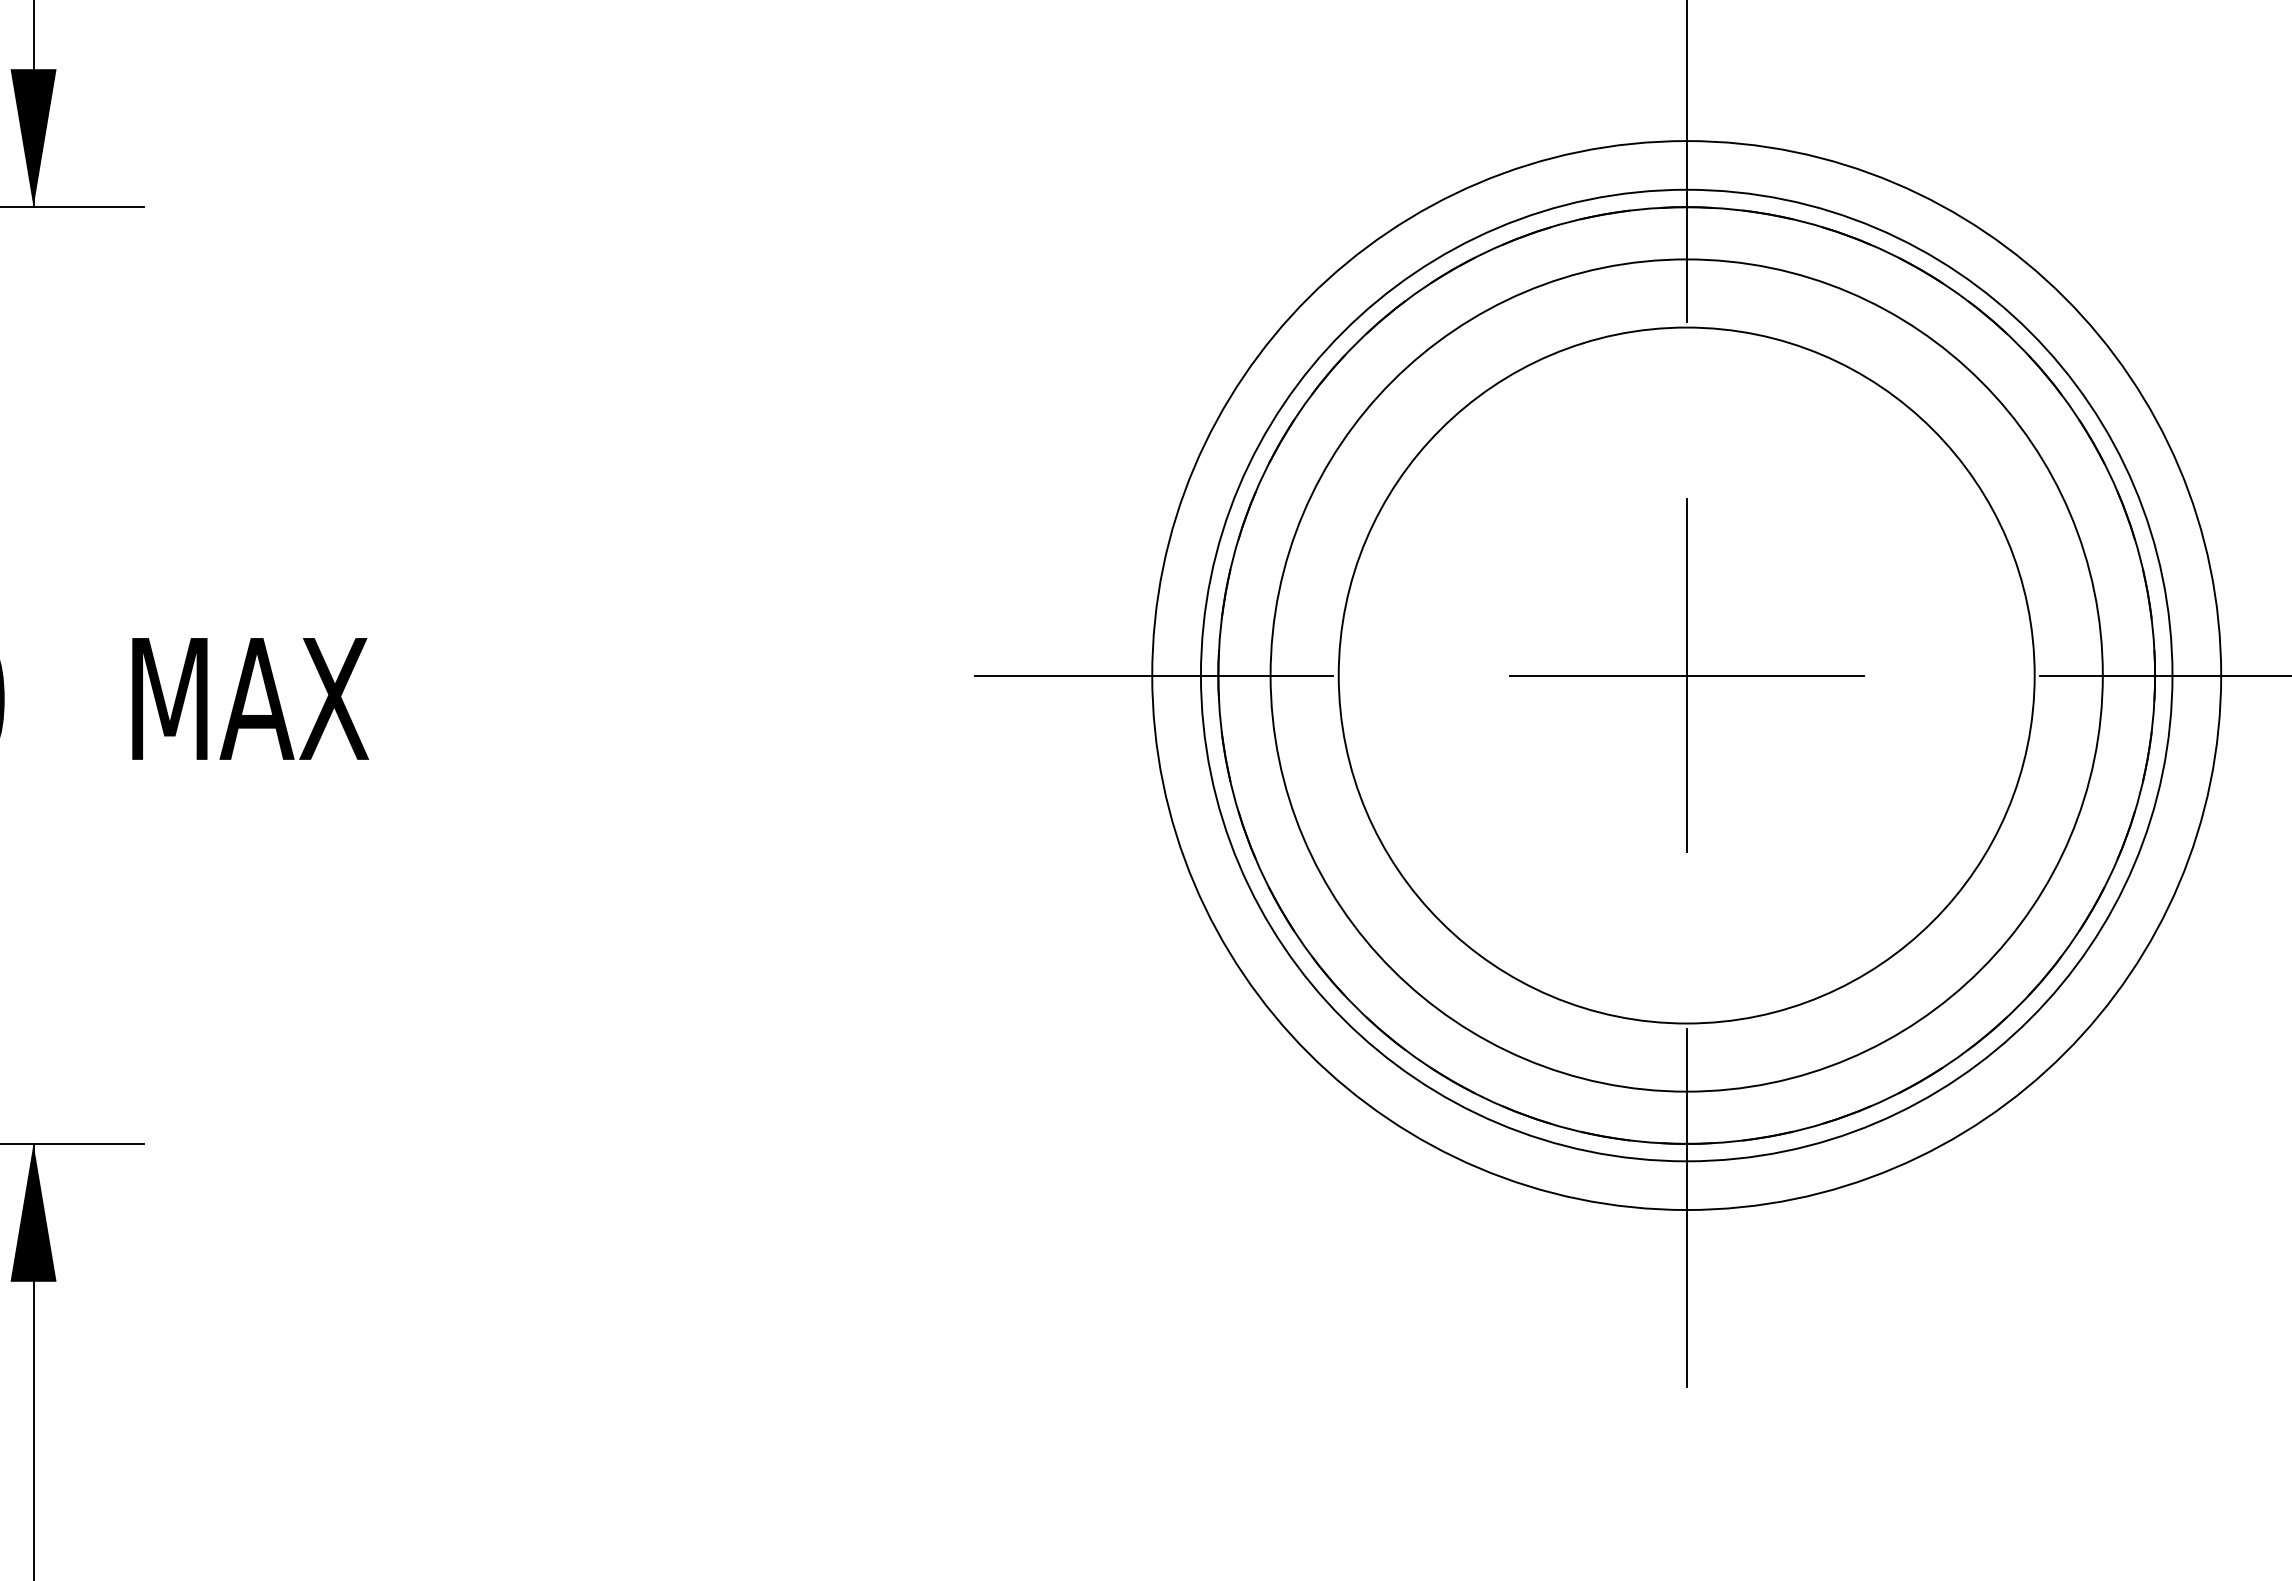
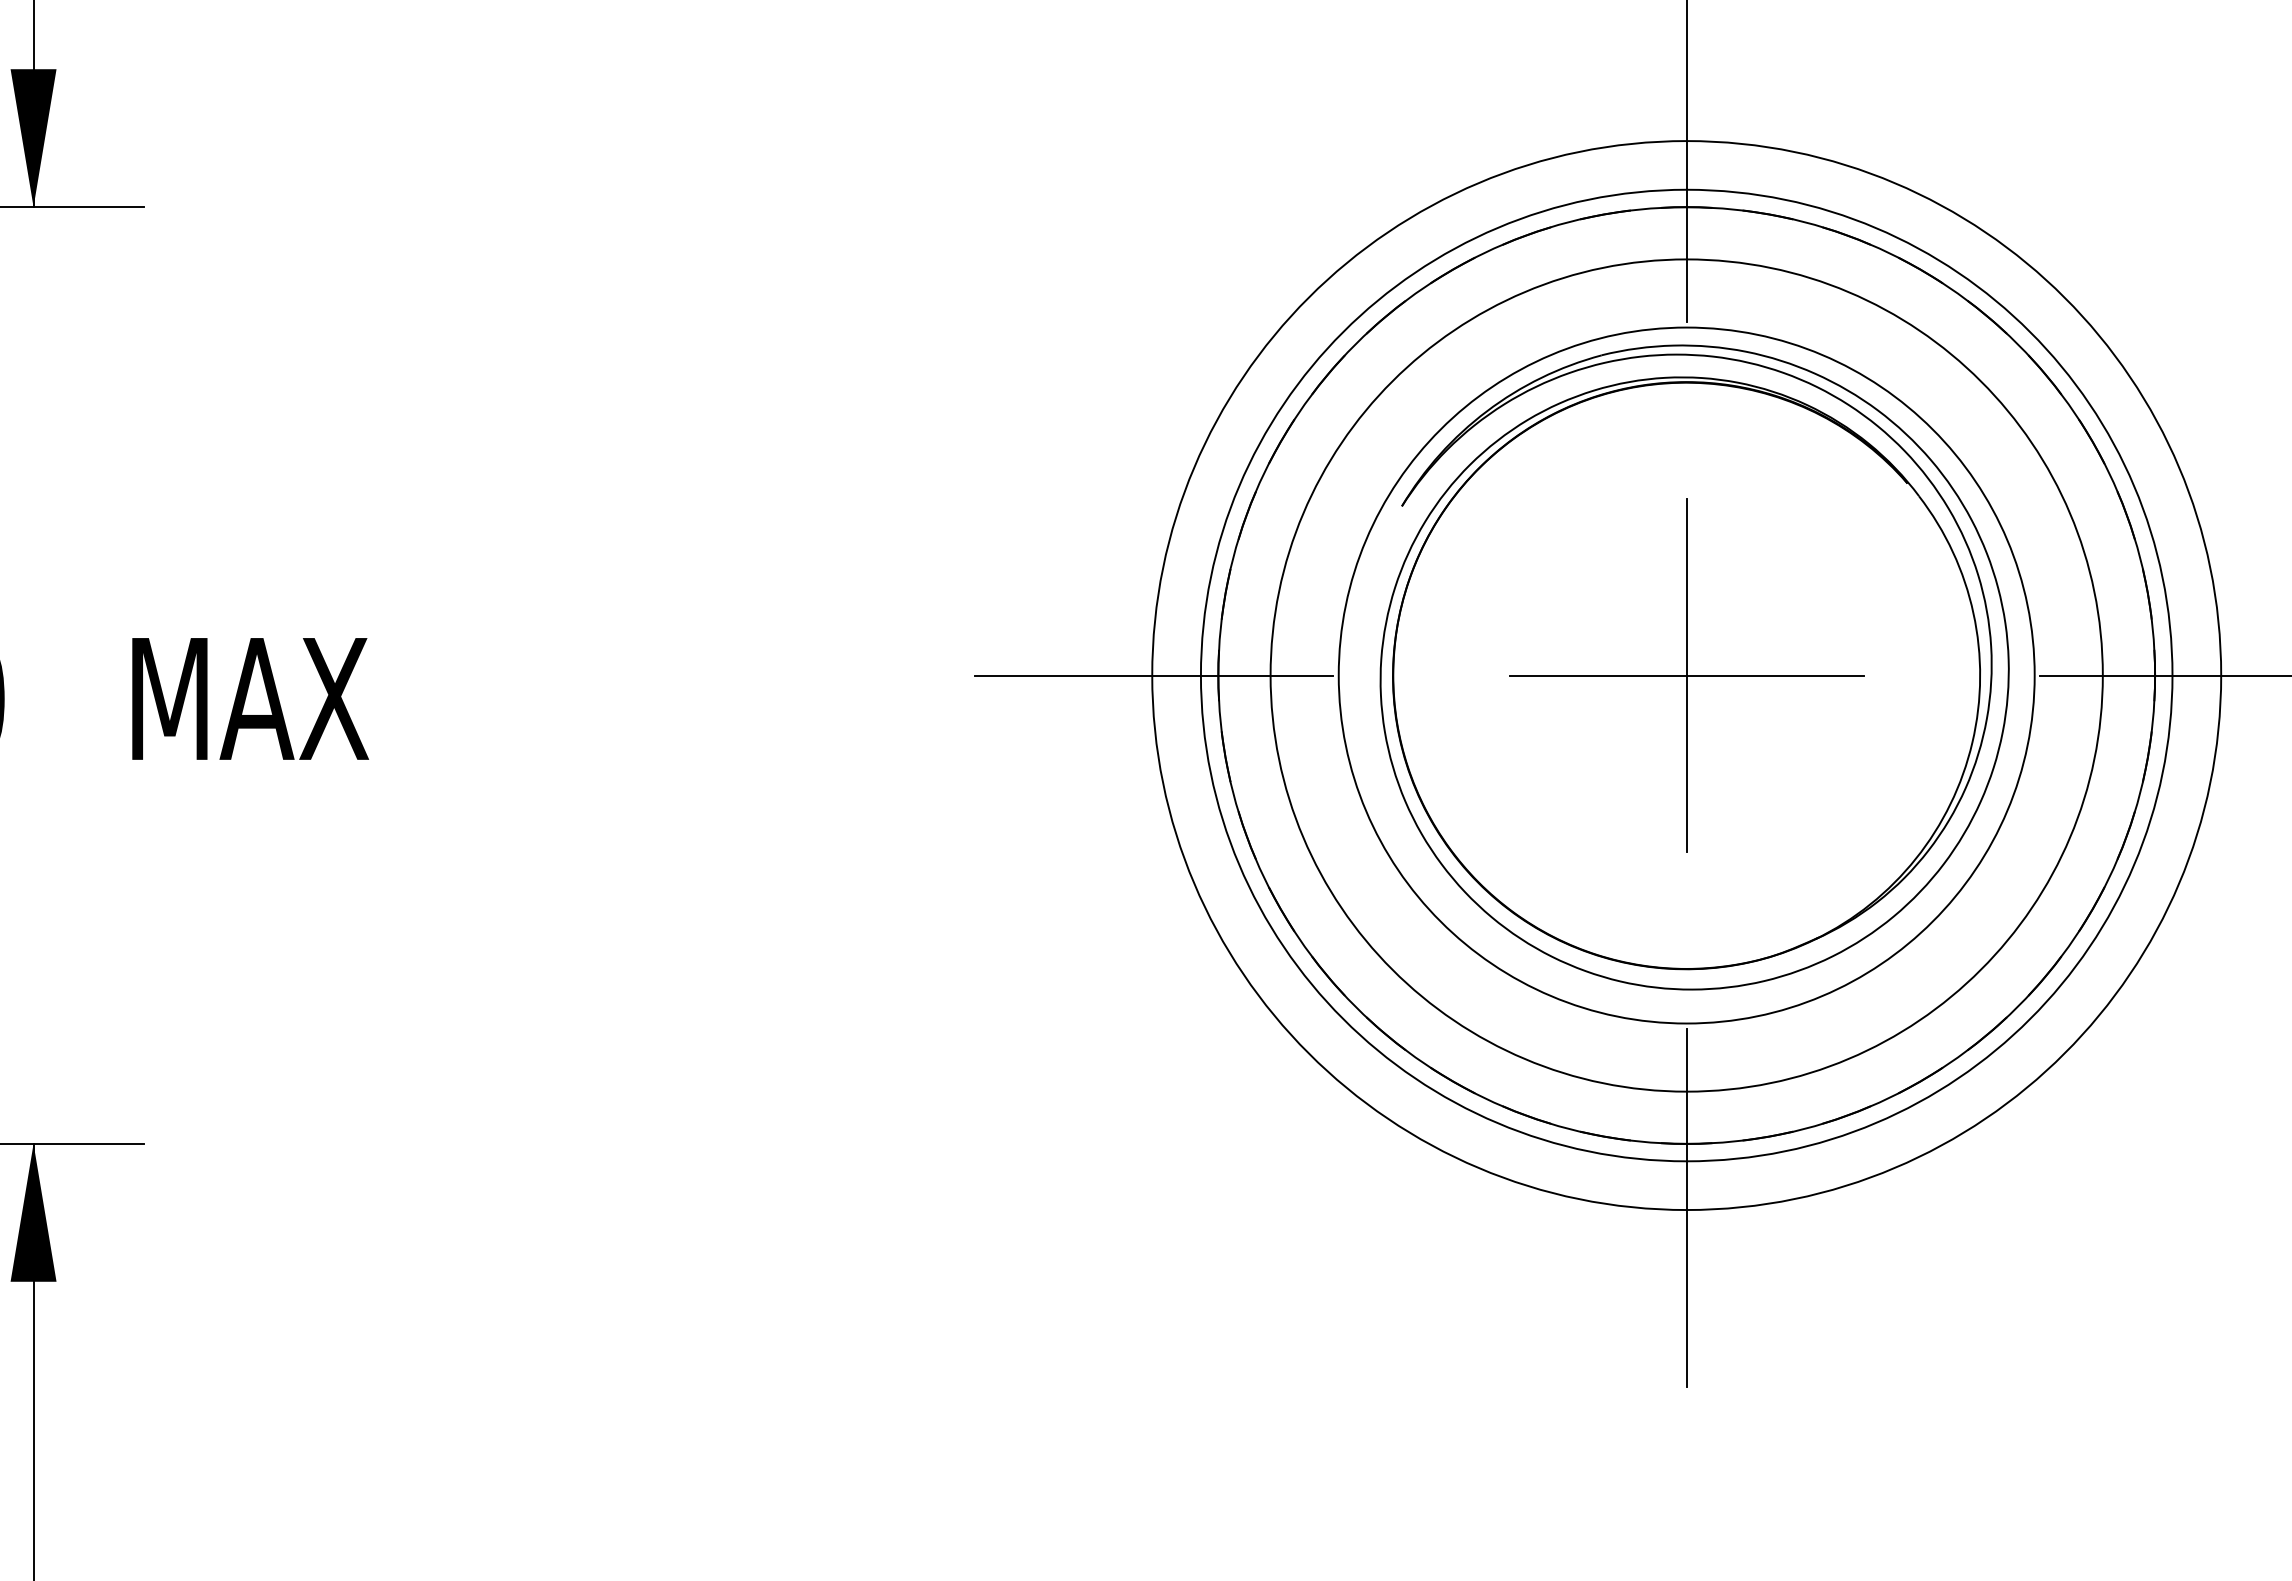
part at (1694, 667): none -> present
